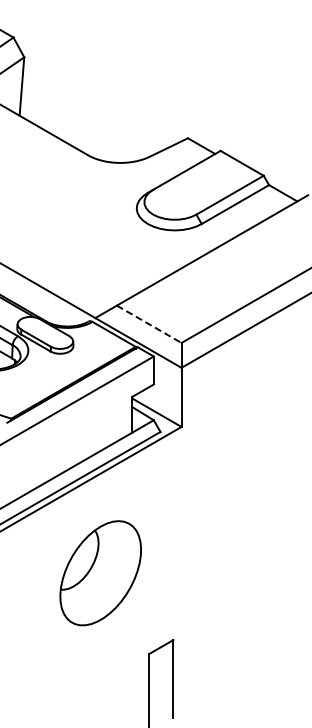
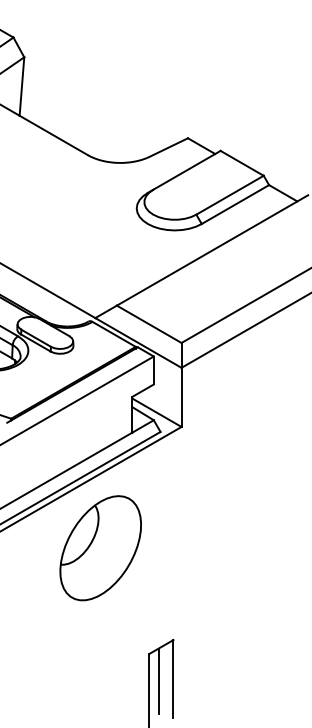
line at (149, 324): dashed -> solid
part at (100, 573) position: (100, 573) -> (100, 548)
line at (158, 680): none -> present
